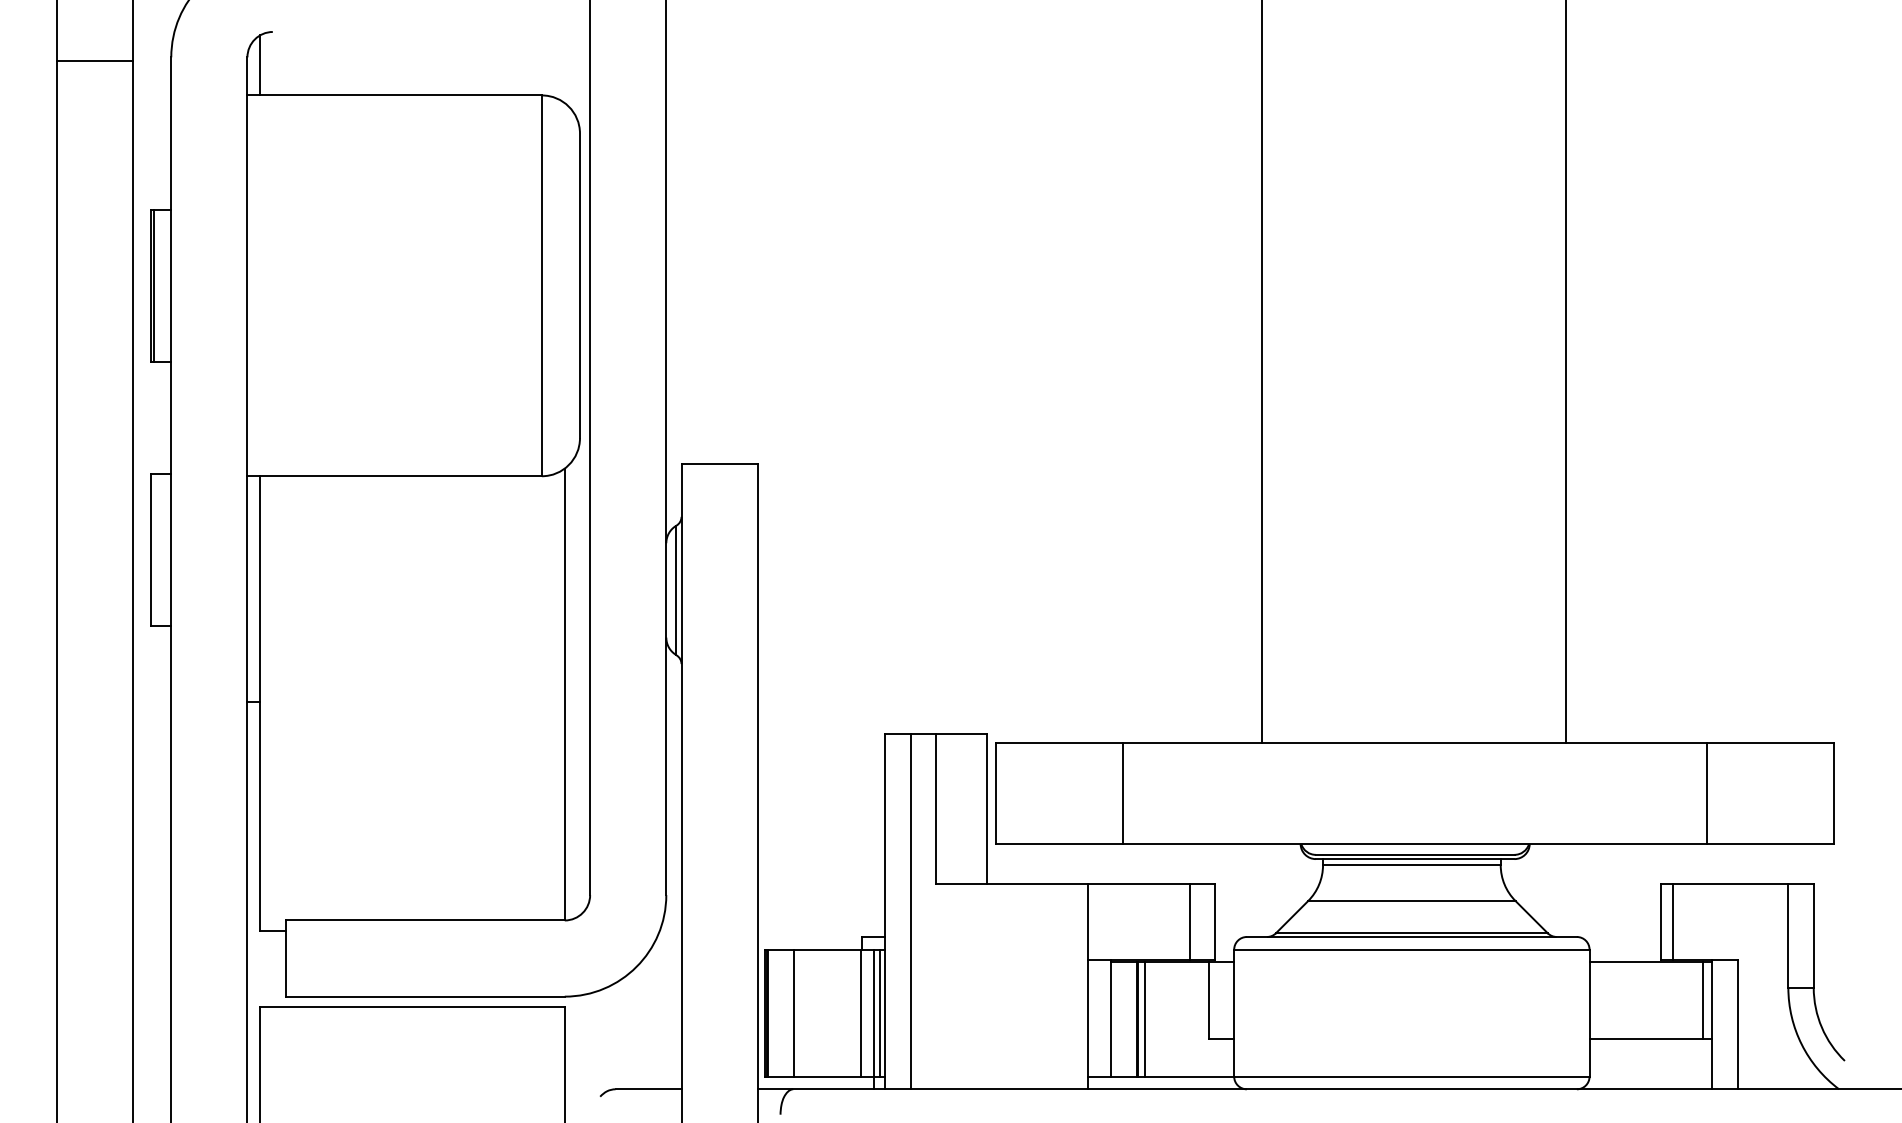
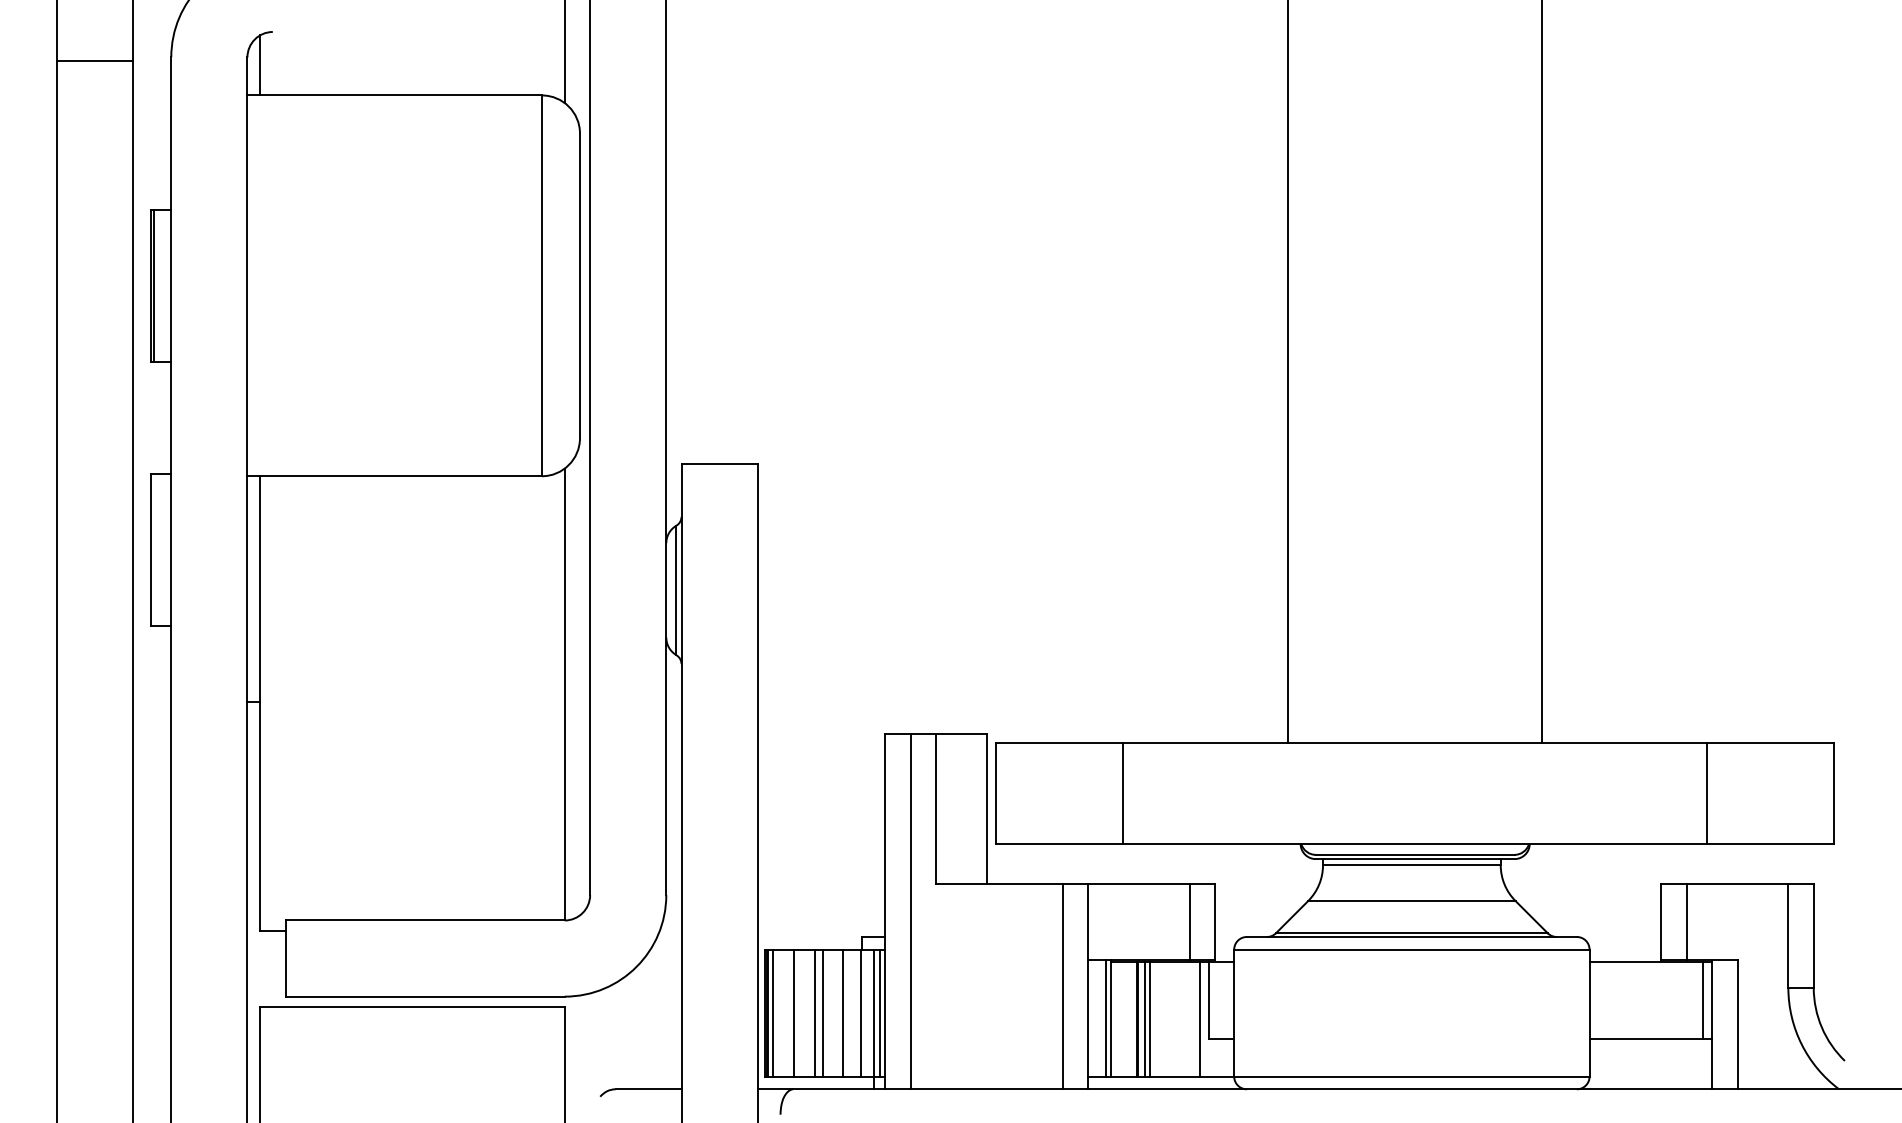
line at (564, 52): none -> present
line at (1262, 372) position: (1262, 372) -> (1288, 372)
line at (1566, 372) position: (1566, 372) -> (1542, 372)
line at (1672, 921) position: (1672, 921) -> (1686, 921)
line at (1063, 986): none -> present
line at (772, 1012): none -> present
line at (814, 1012): none -> present
line at (823, 1012): none -> present
line at (843, 1012): none -> present
line at (1106, 1017): none -> present
line at (1149, 1019): none -> present
line at (1200, 1019): none -> present
